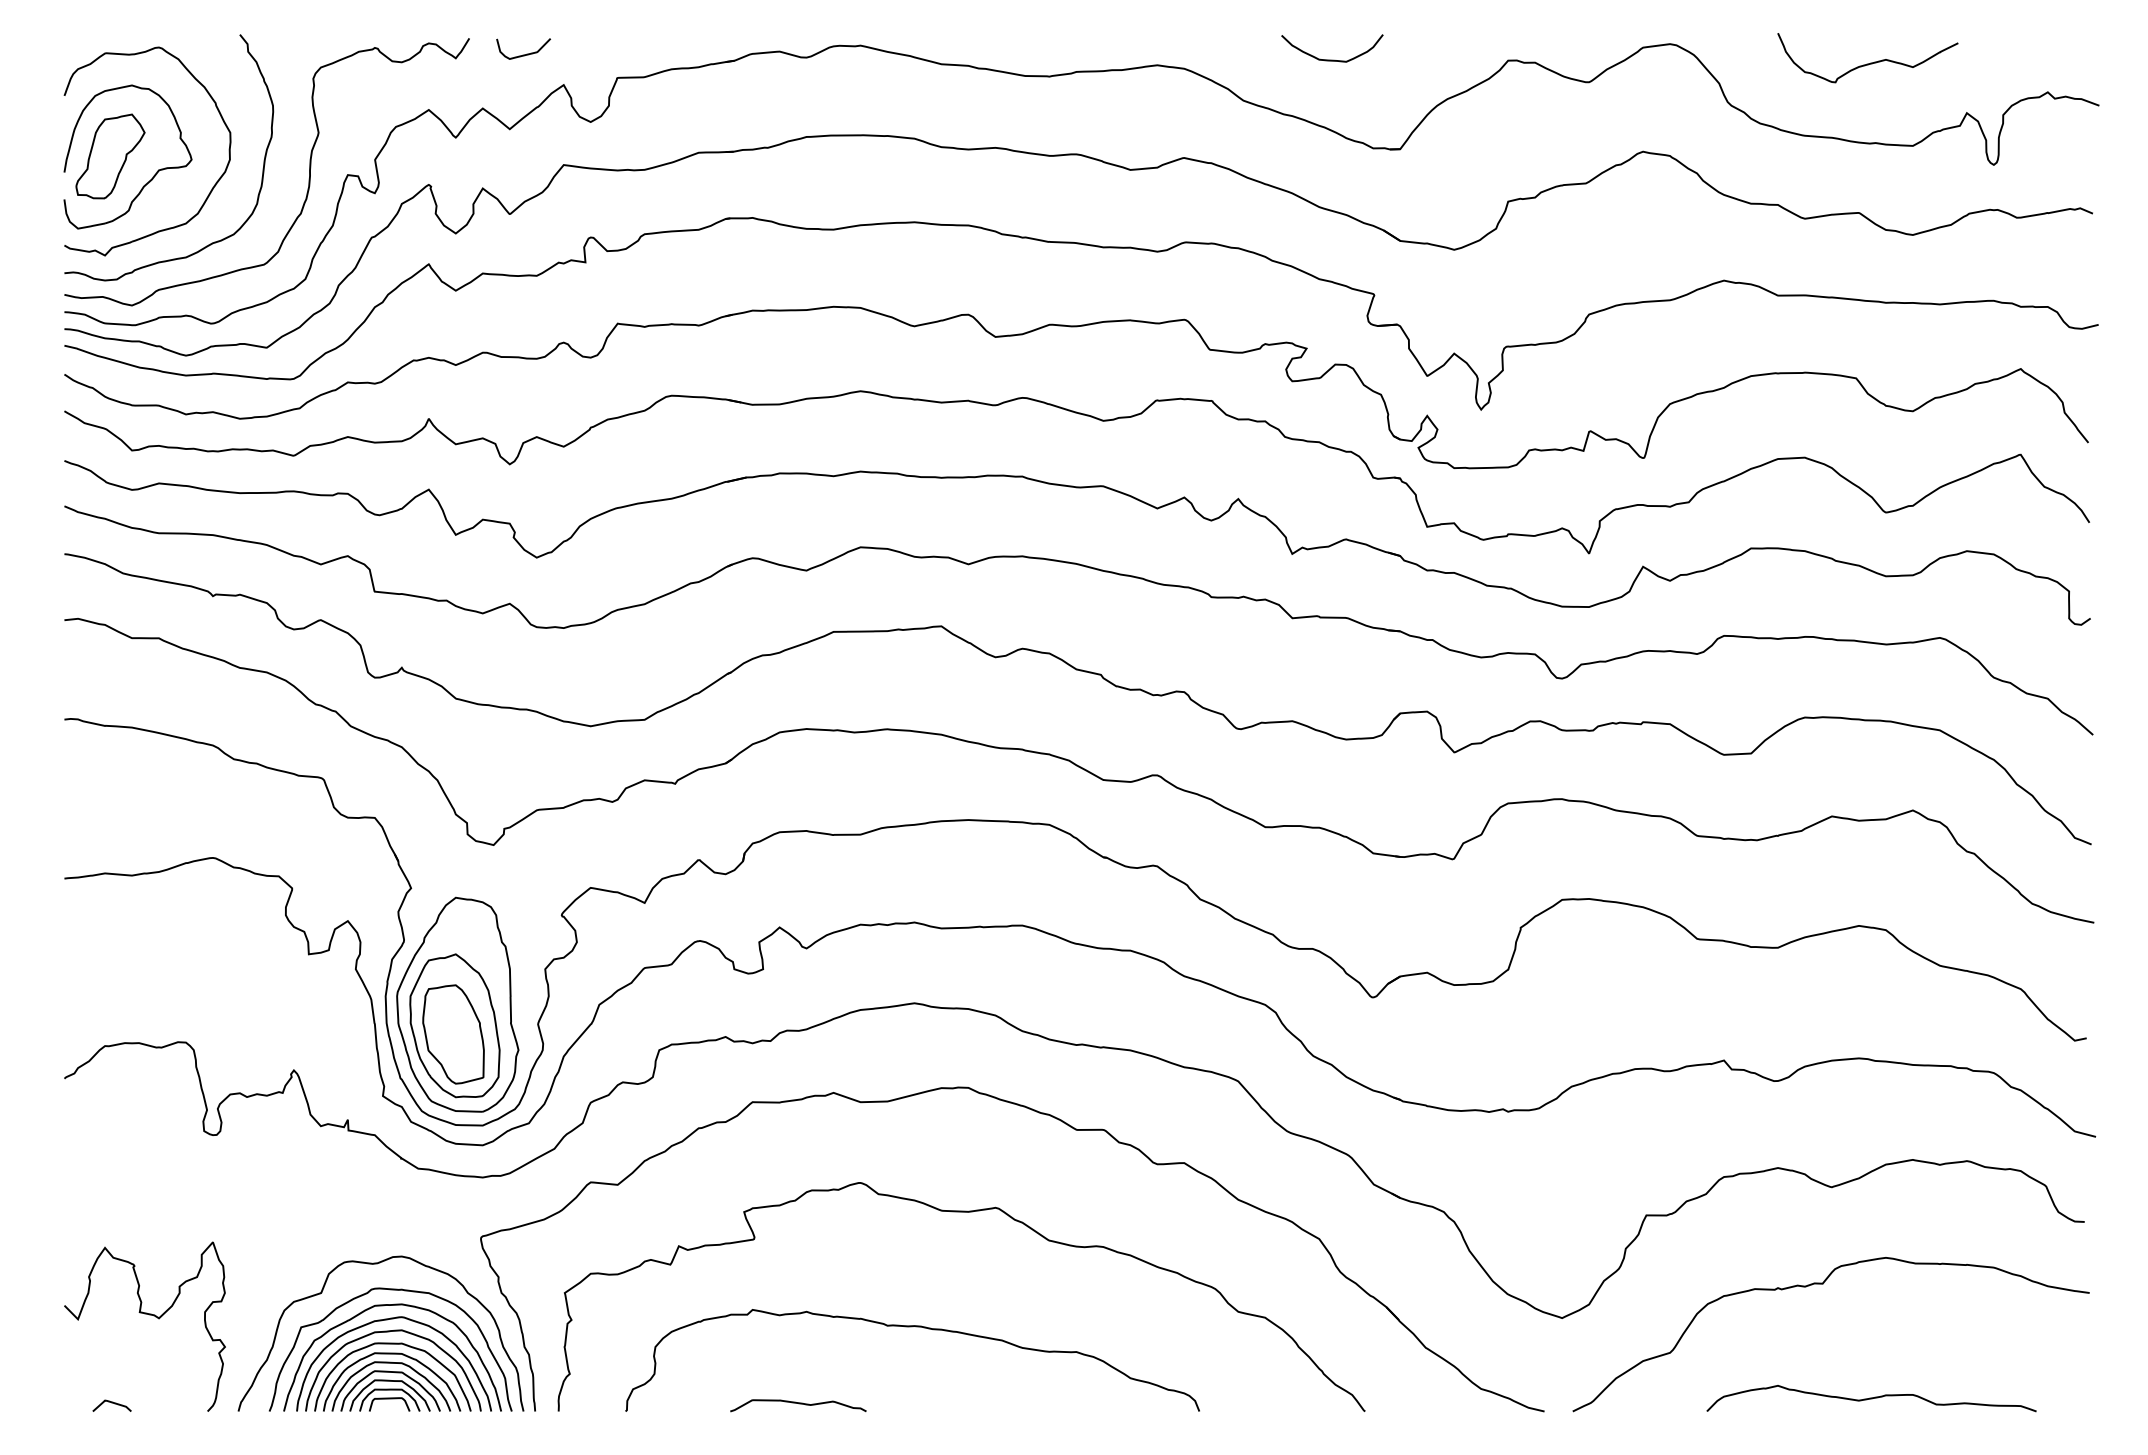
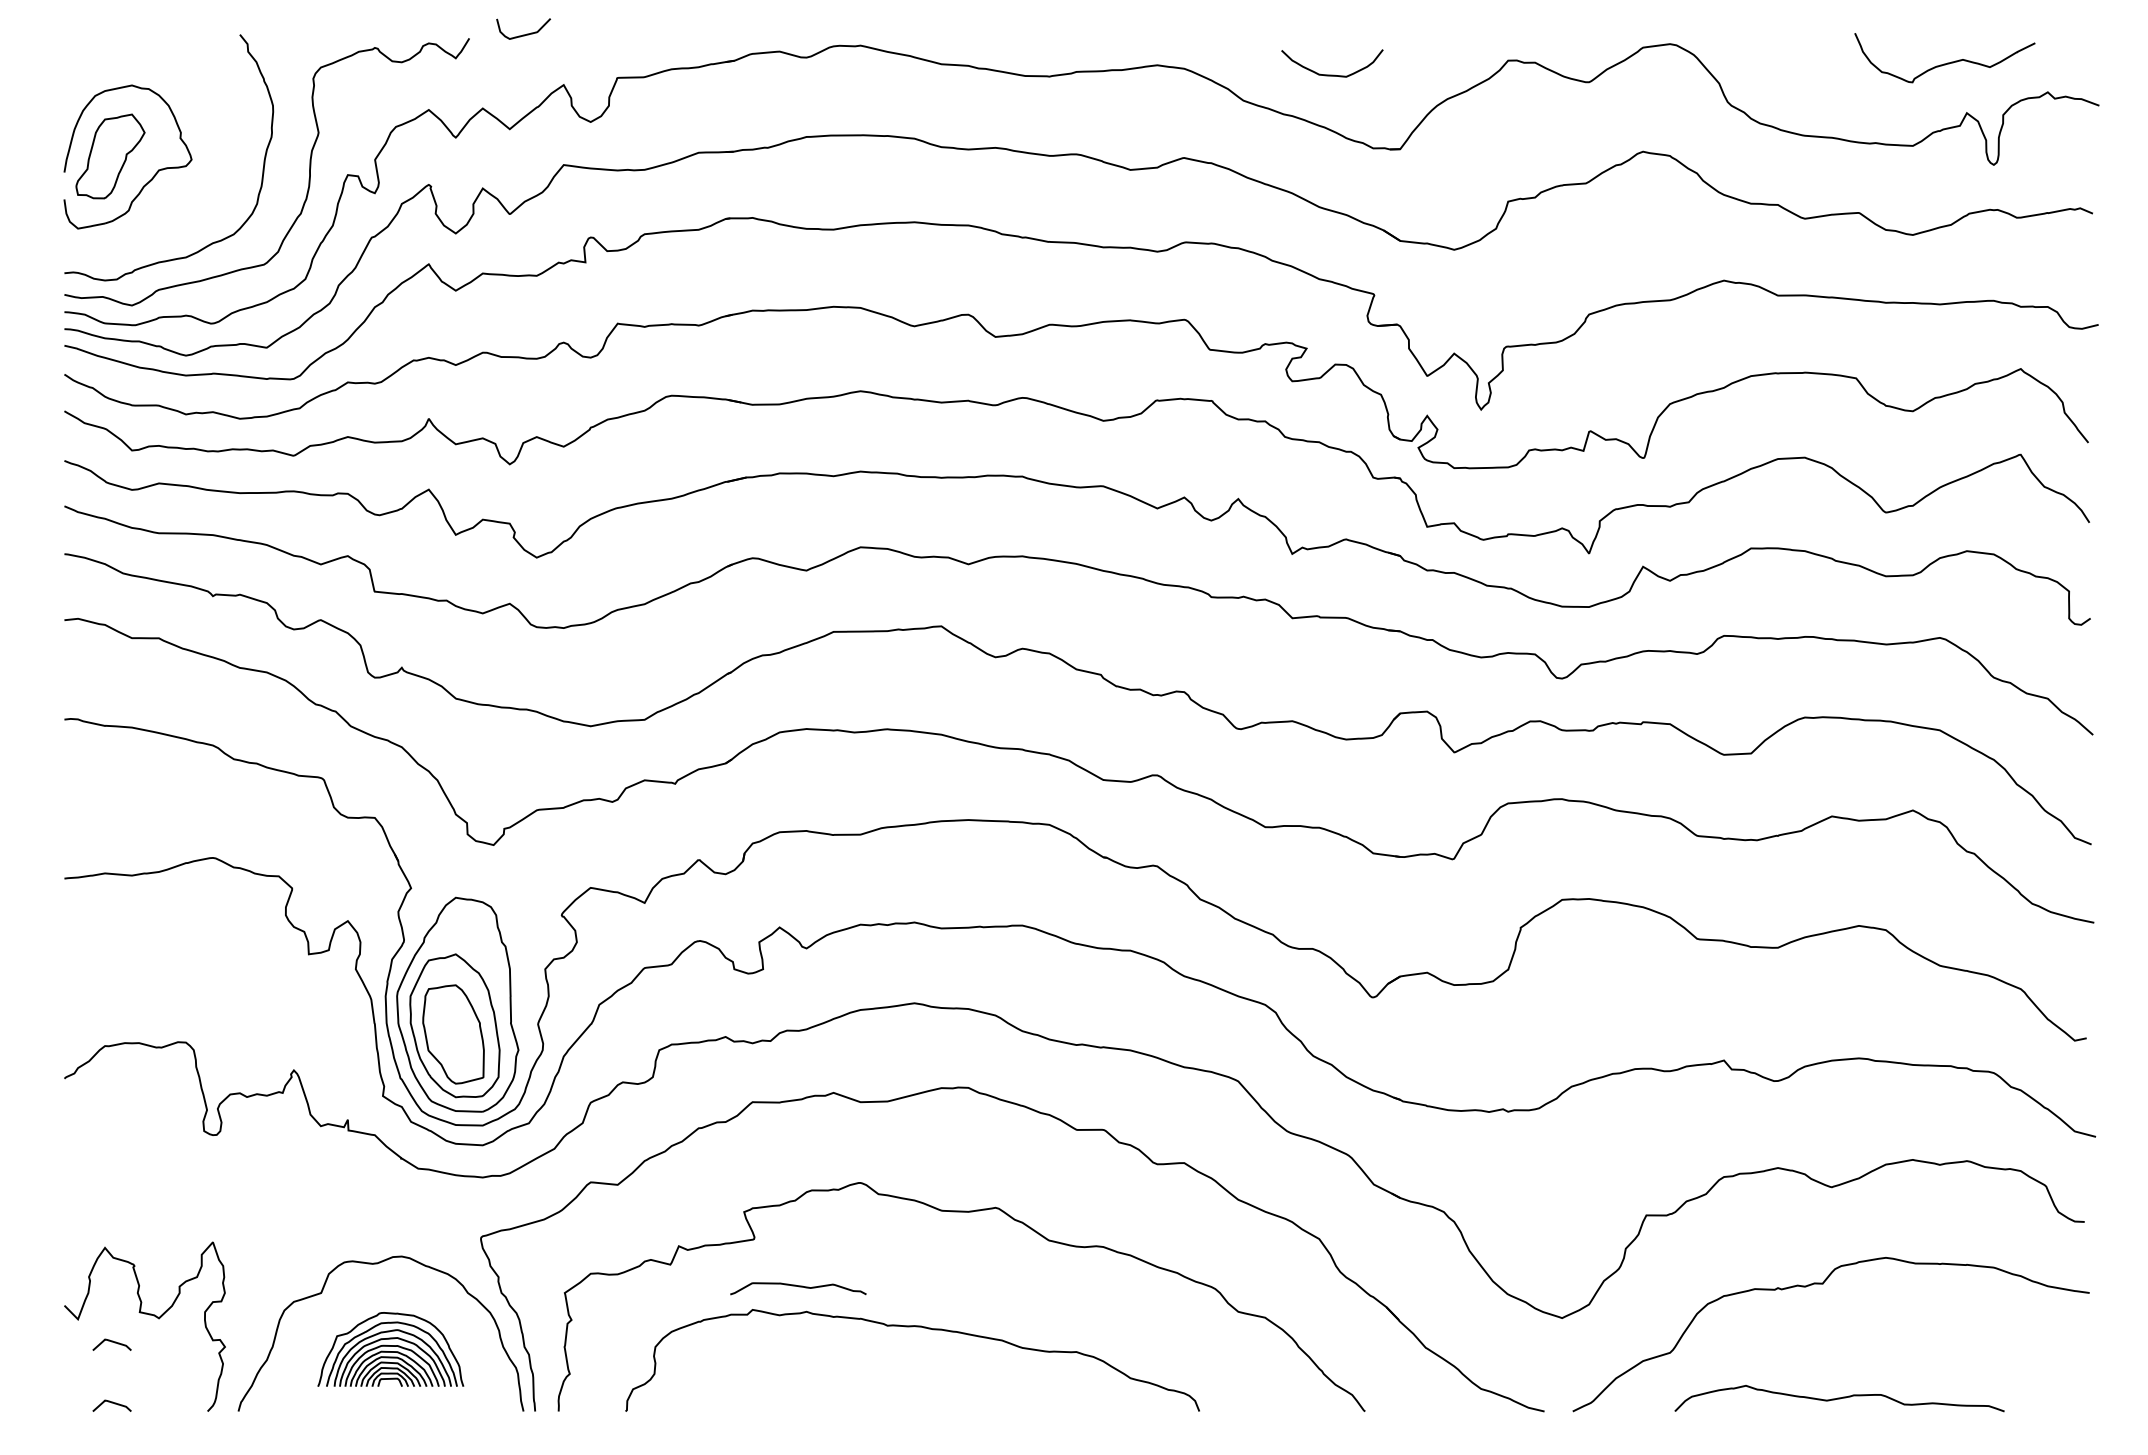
curve at (526, 53) position: (526, 53) -> (526, 33)
curve at (1332, 59) position: (1332, 59) -> (1332, 74)
curve at (1870, 62) position: (1870, 62) -> (1947, 62)
part at (211, 188): present -> none
curve at (111, 1342): none -> present
part at (390, 1349) size: 244x125 px -> 148x75 px
curve at (1871, 1398) position: (1871, 1398) -> (1839, 1398)
curve at (798, 1404) position: (798, 1404) -> (798, 1287)
